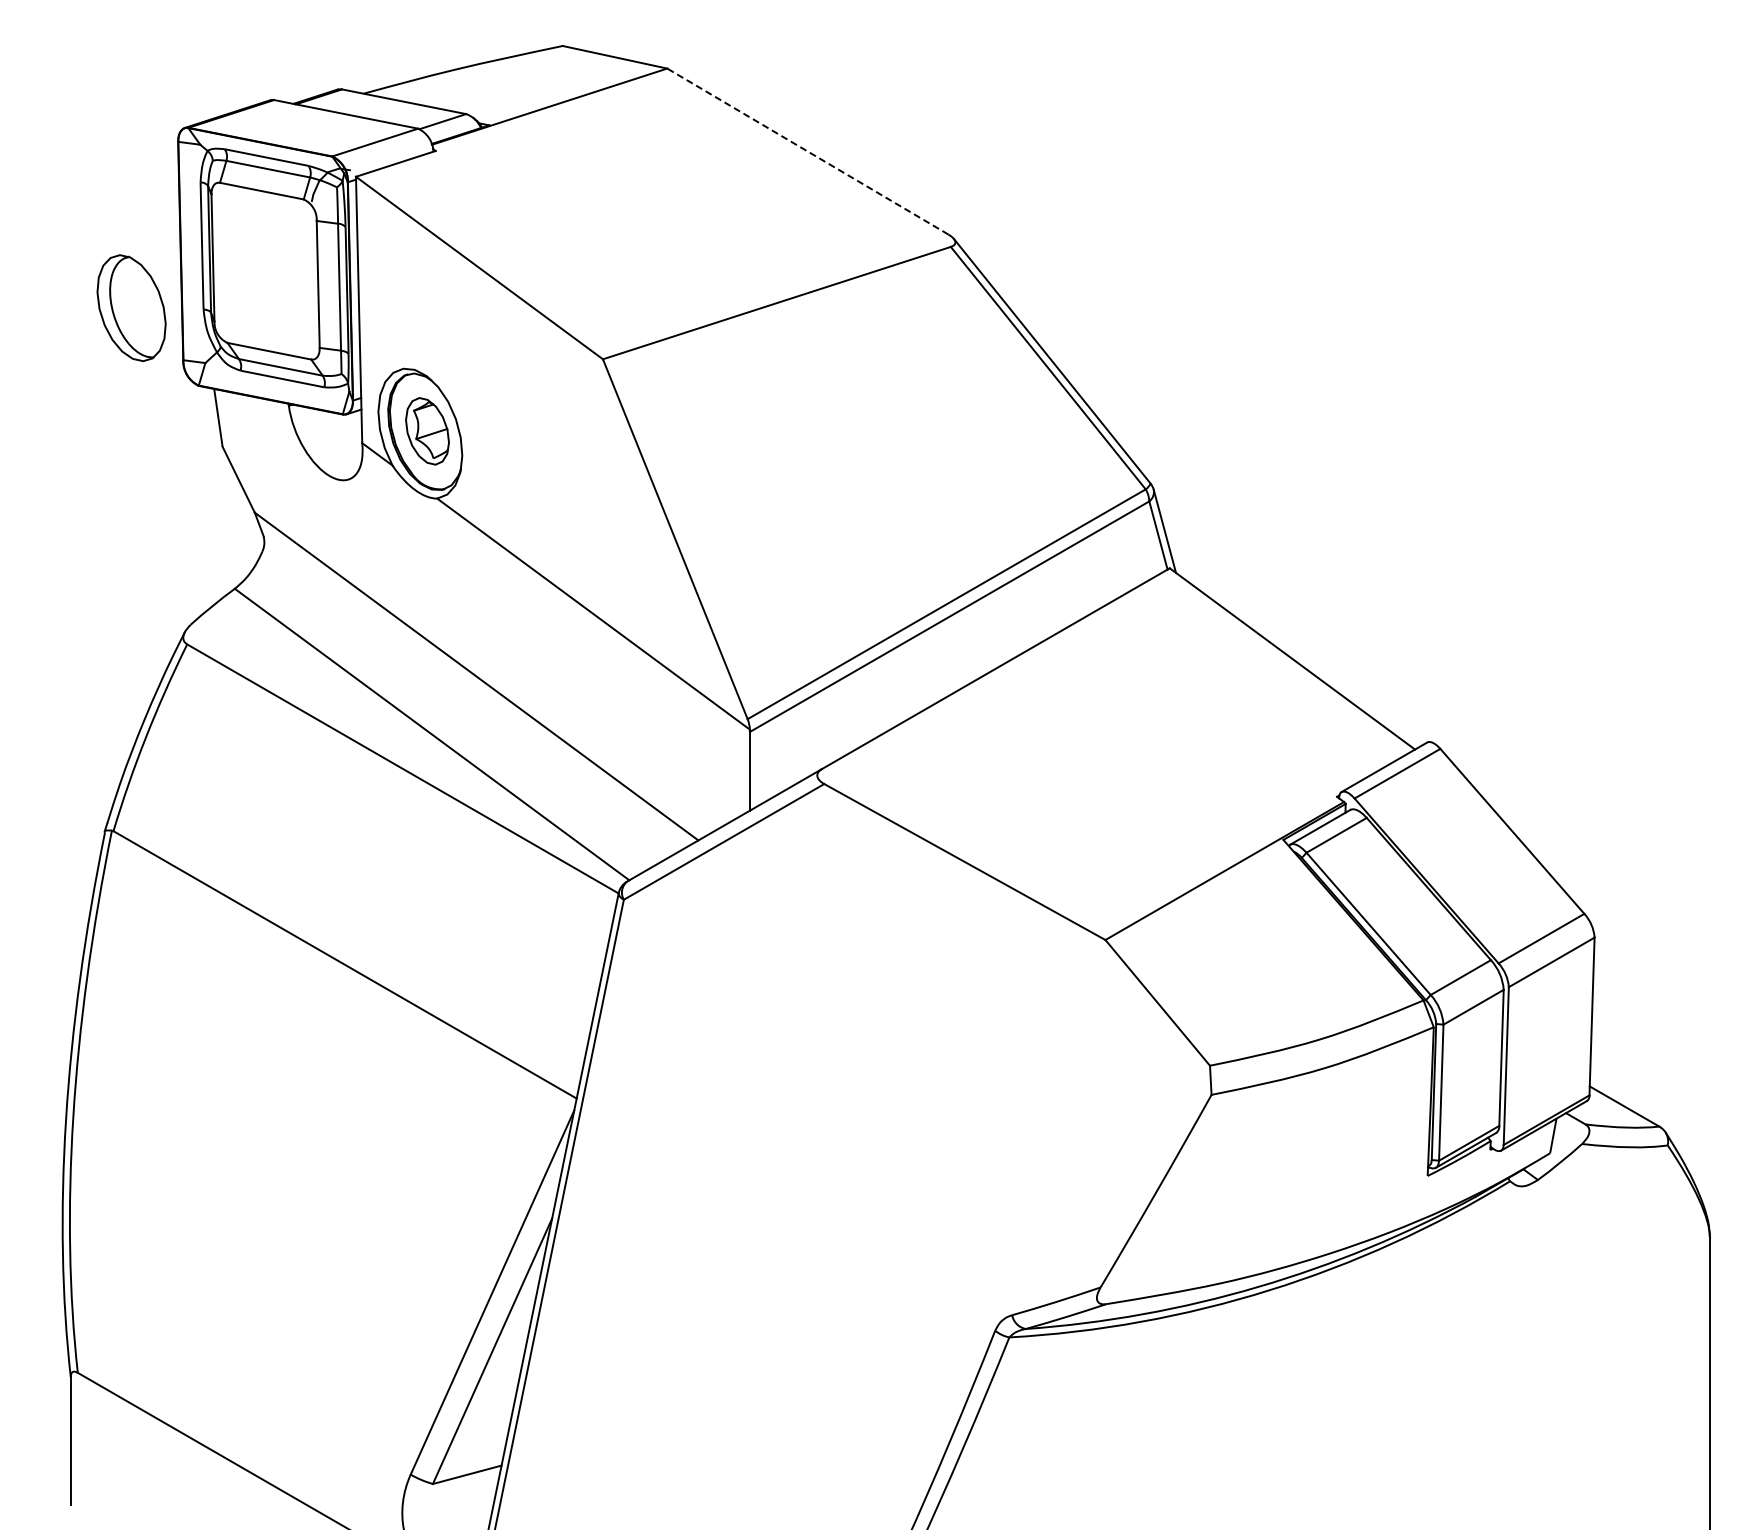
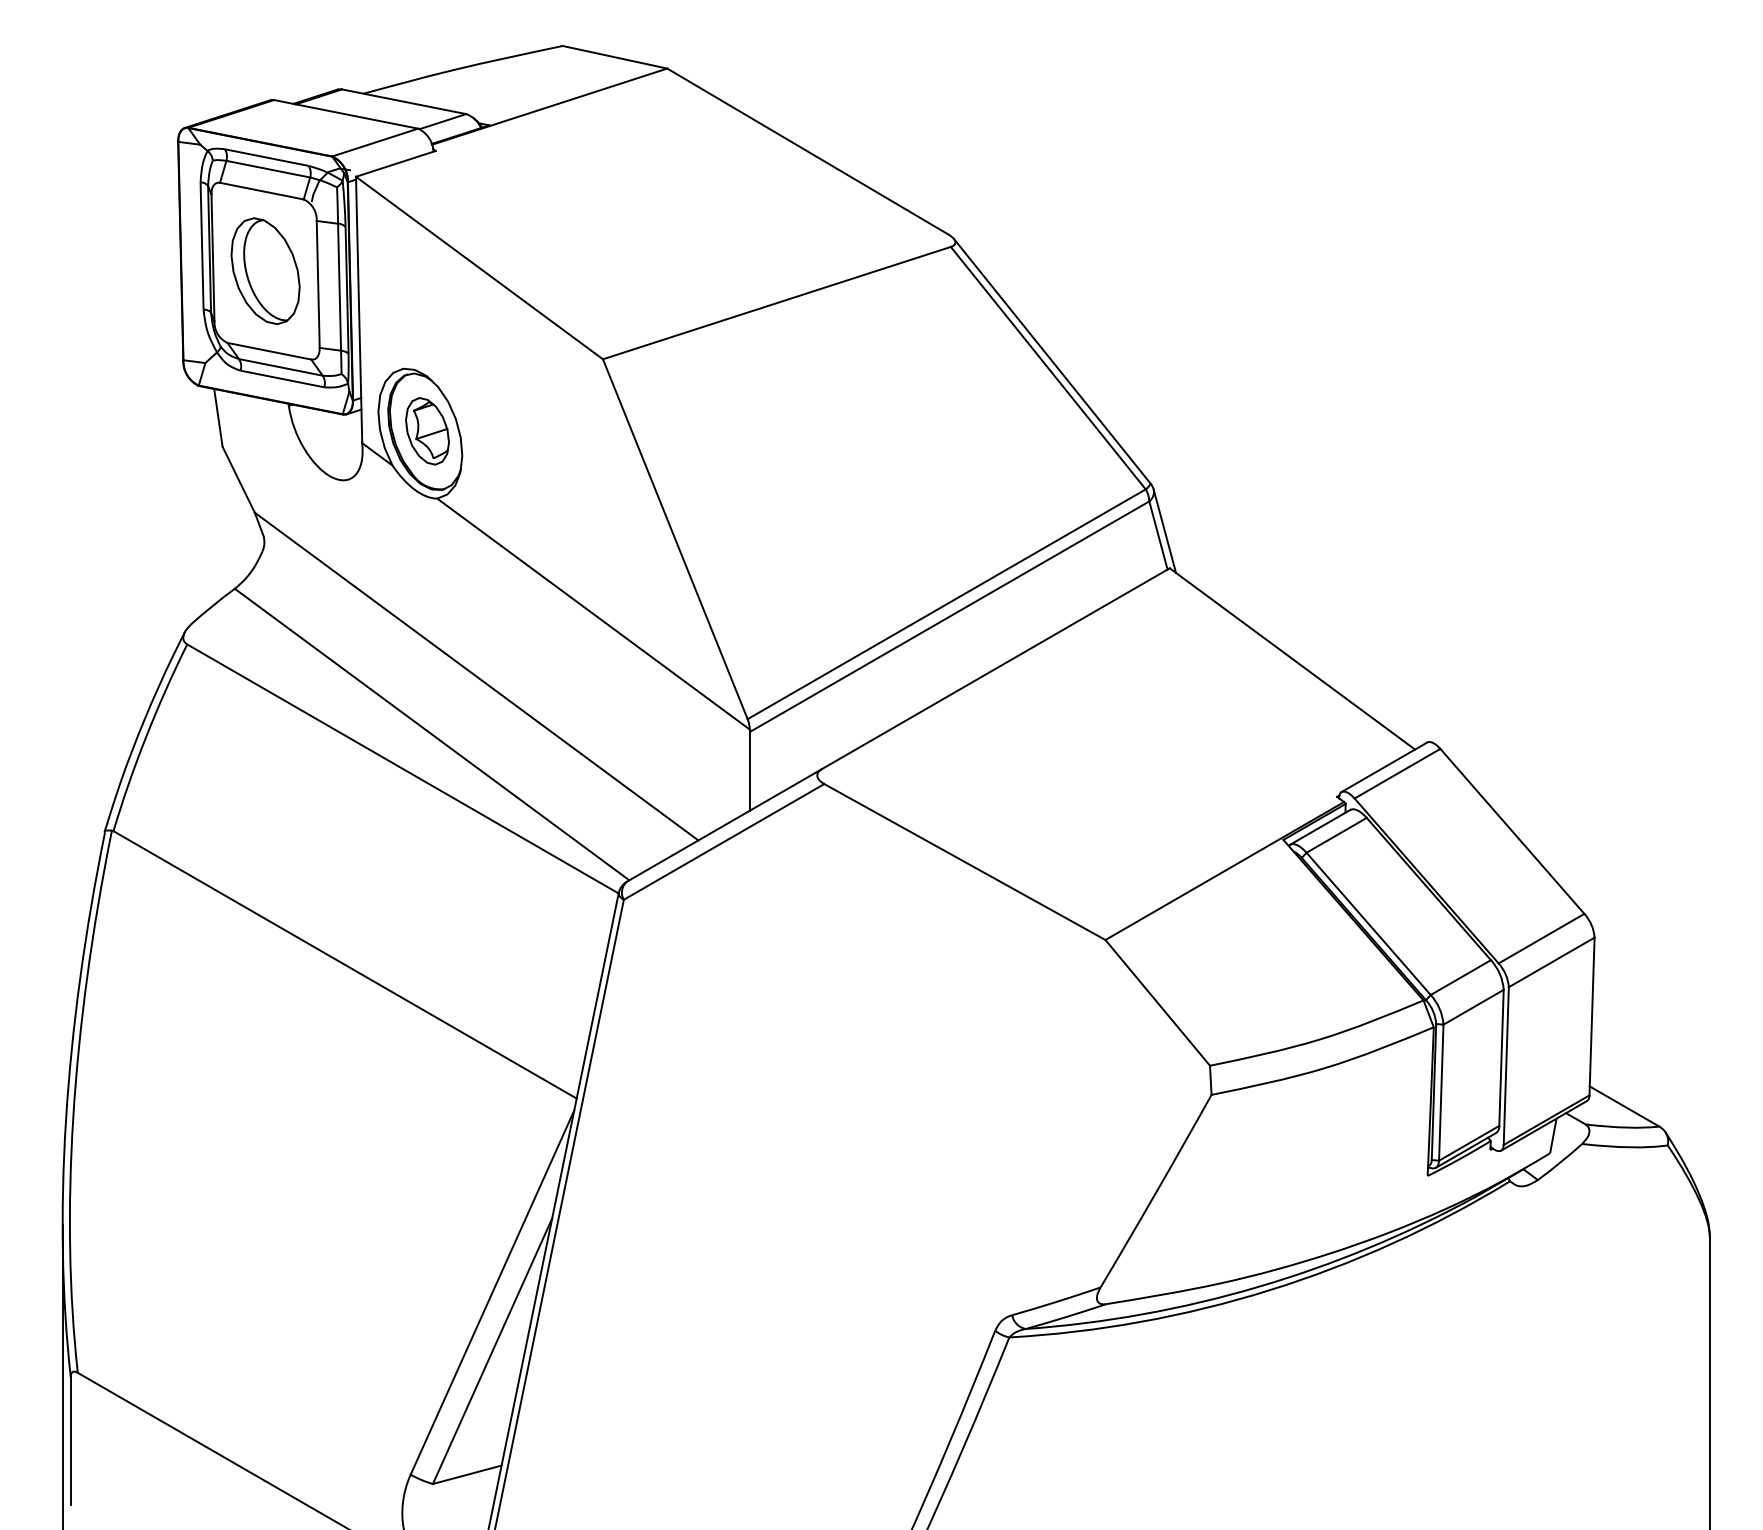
line at (807, 151): dashed -> solid
part at (131, 308) position: (131, 308) -> (265, 271)
line at (62, 1375): none -> present
